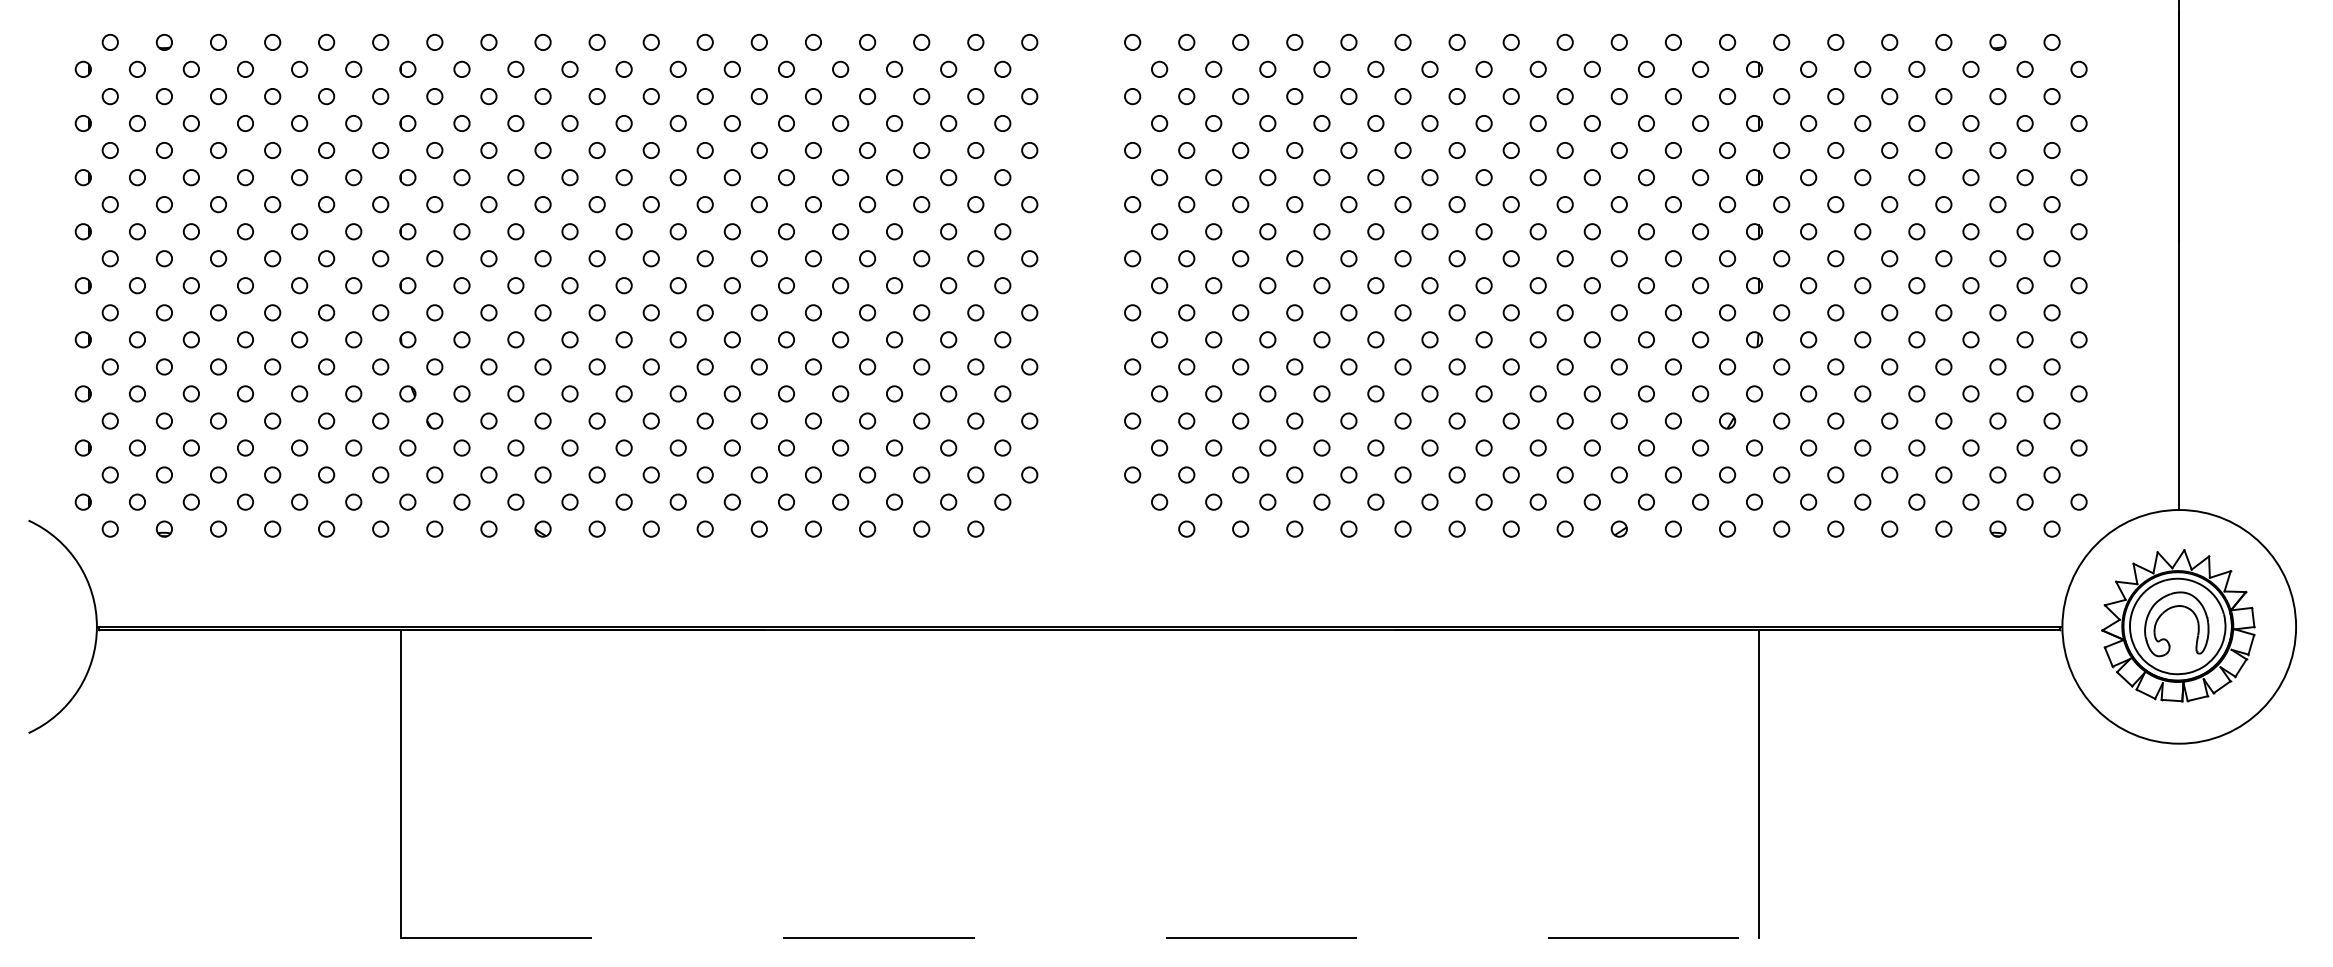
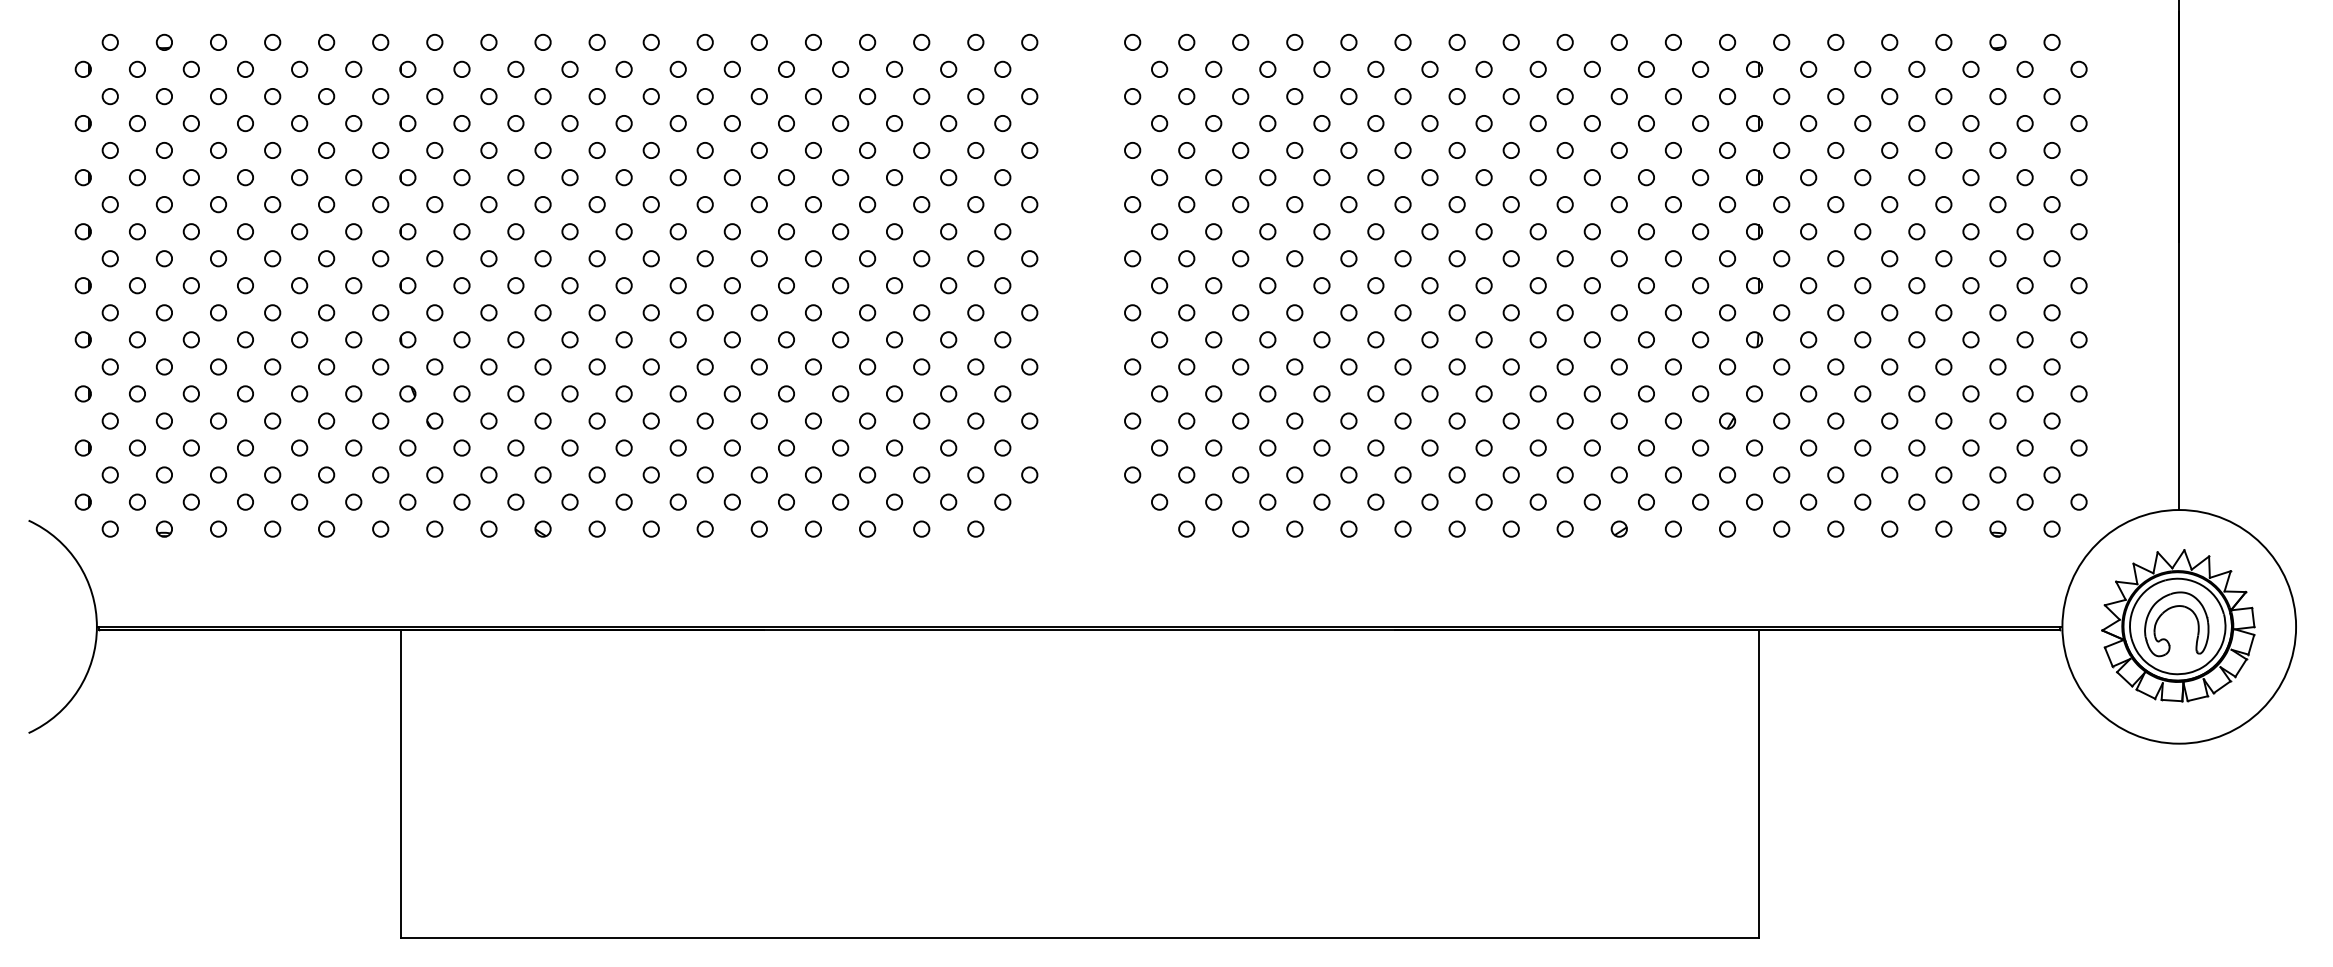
line at (1079, 938): dashed -> solid
